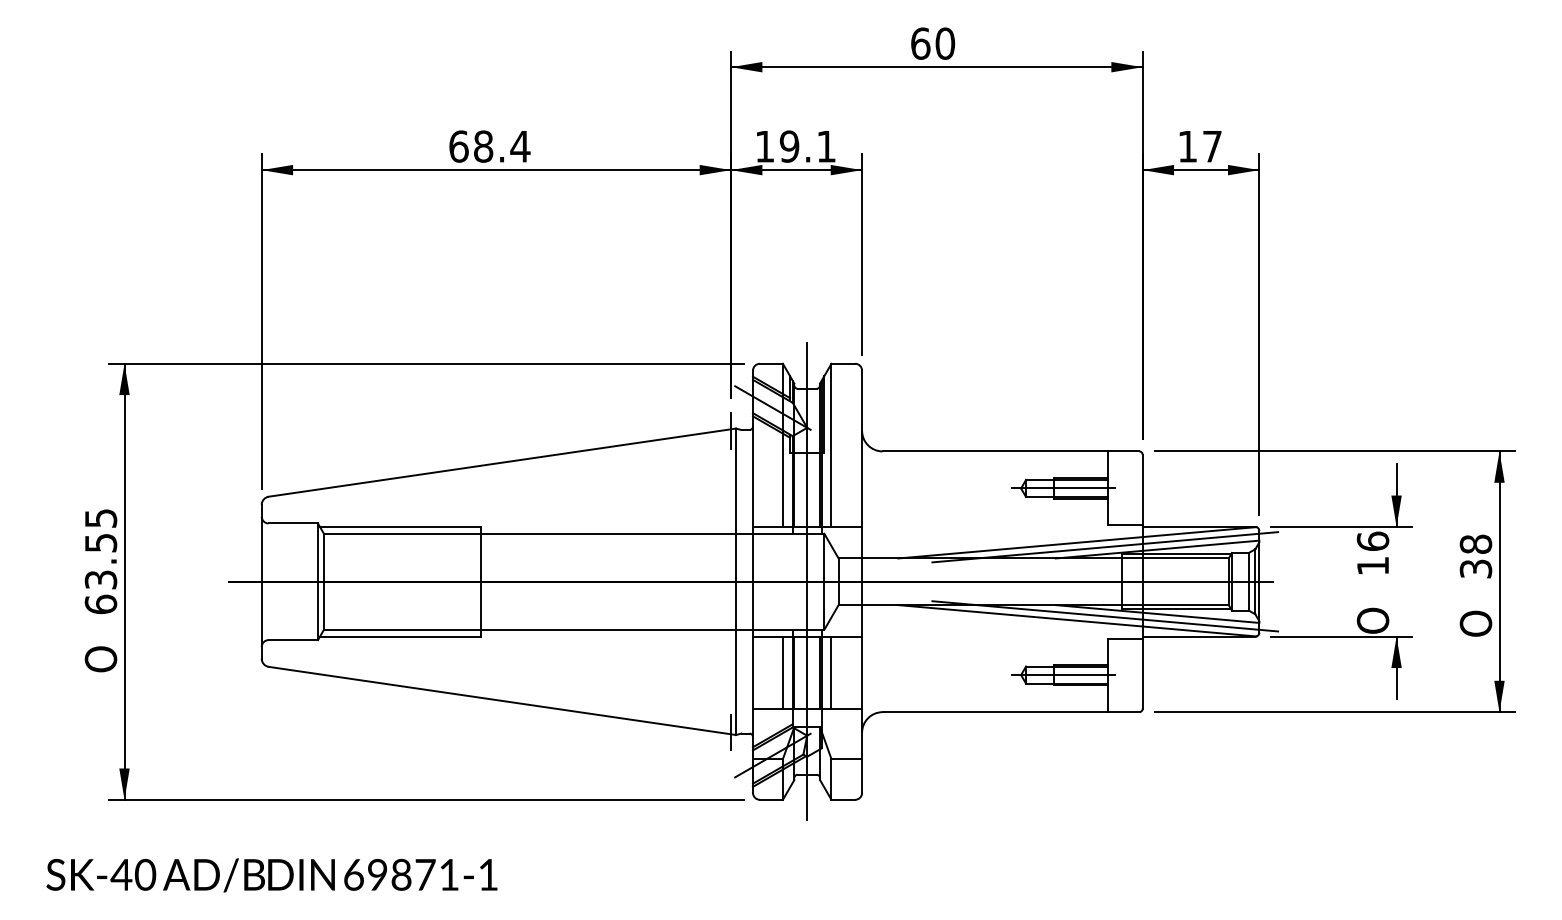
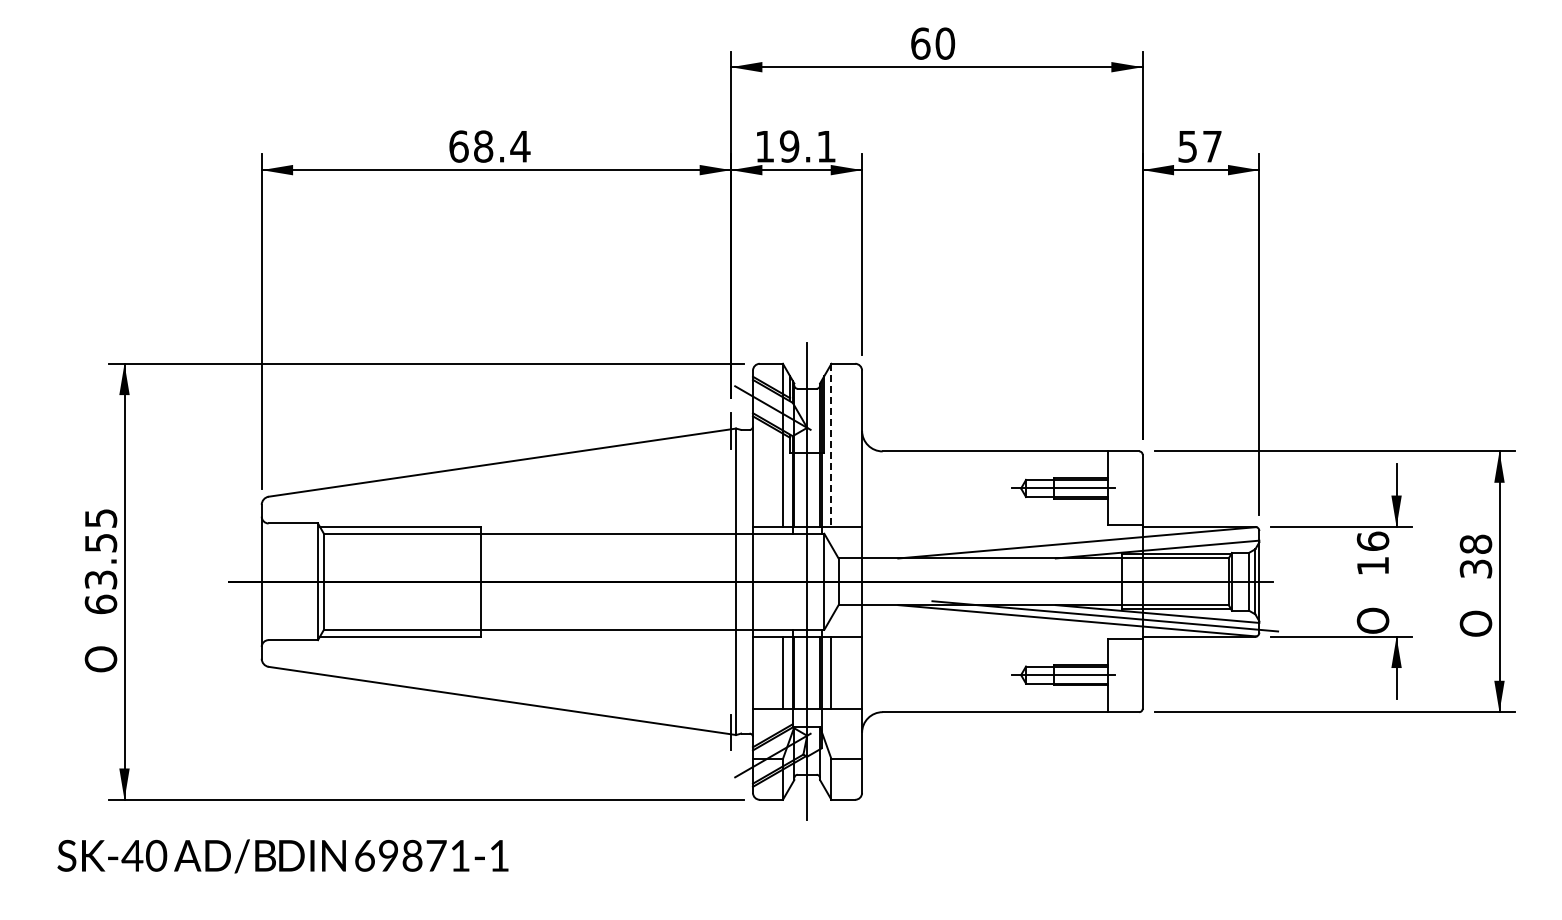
text at (1187, 146): 17 -> 57
line at (831, 445): solid -> dashed
line at (1105, 547): present -> none
text at (271, 875) position: (271, 875) -> (282, 856)
